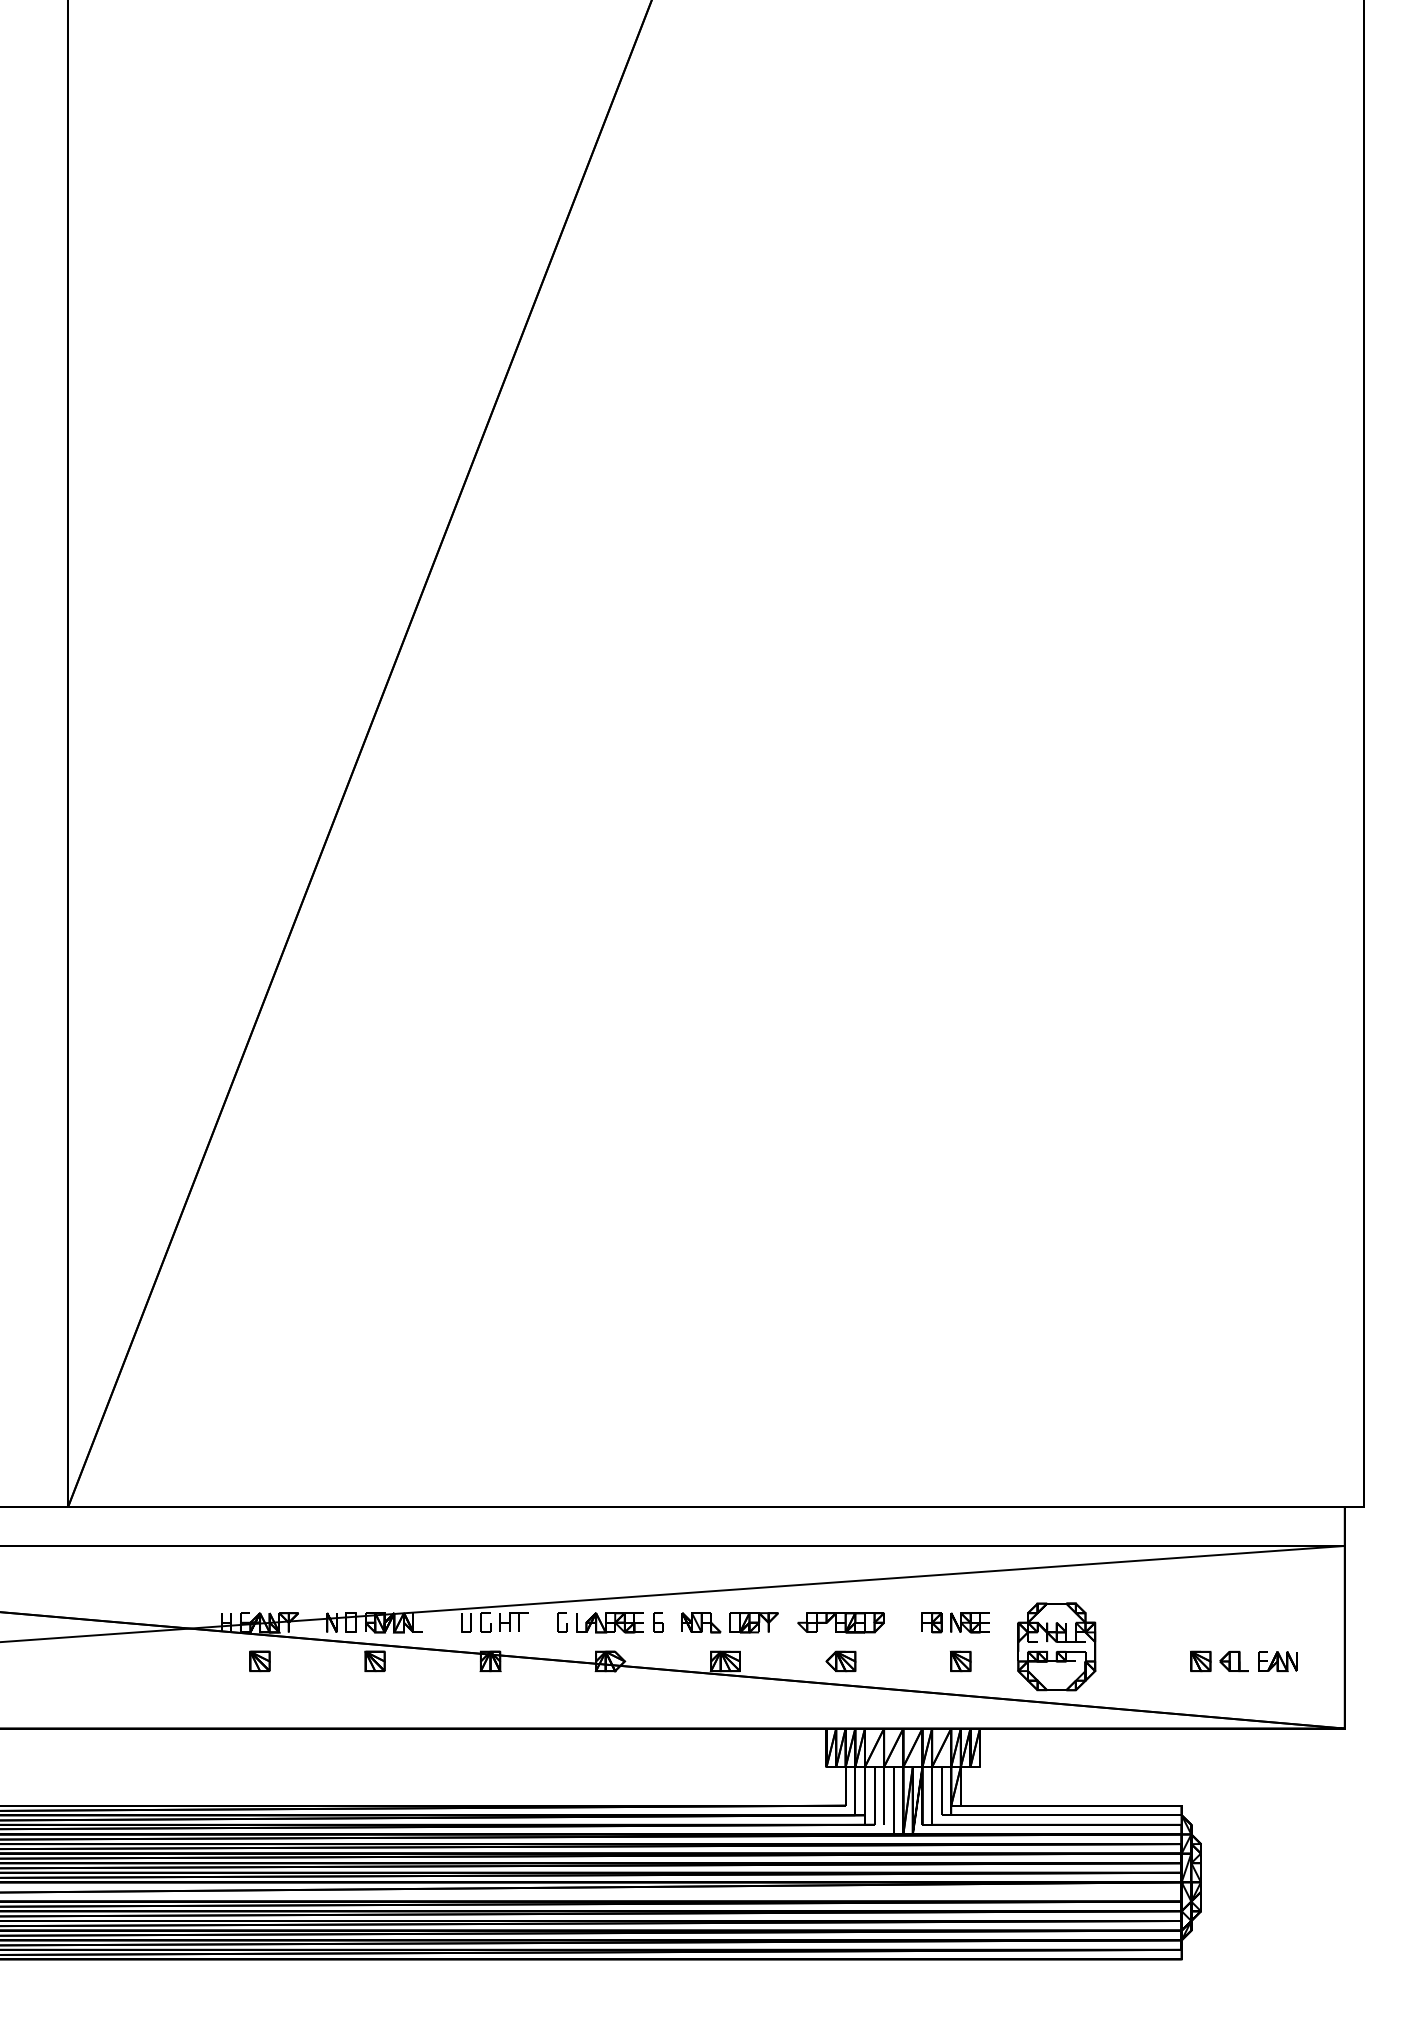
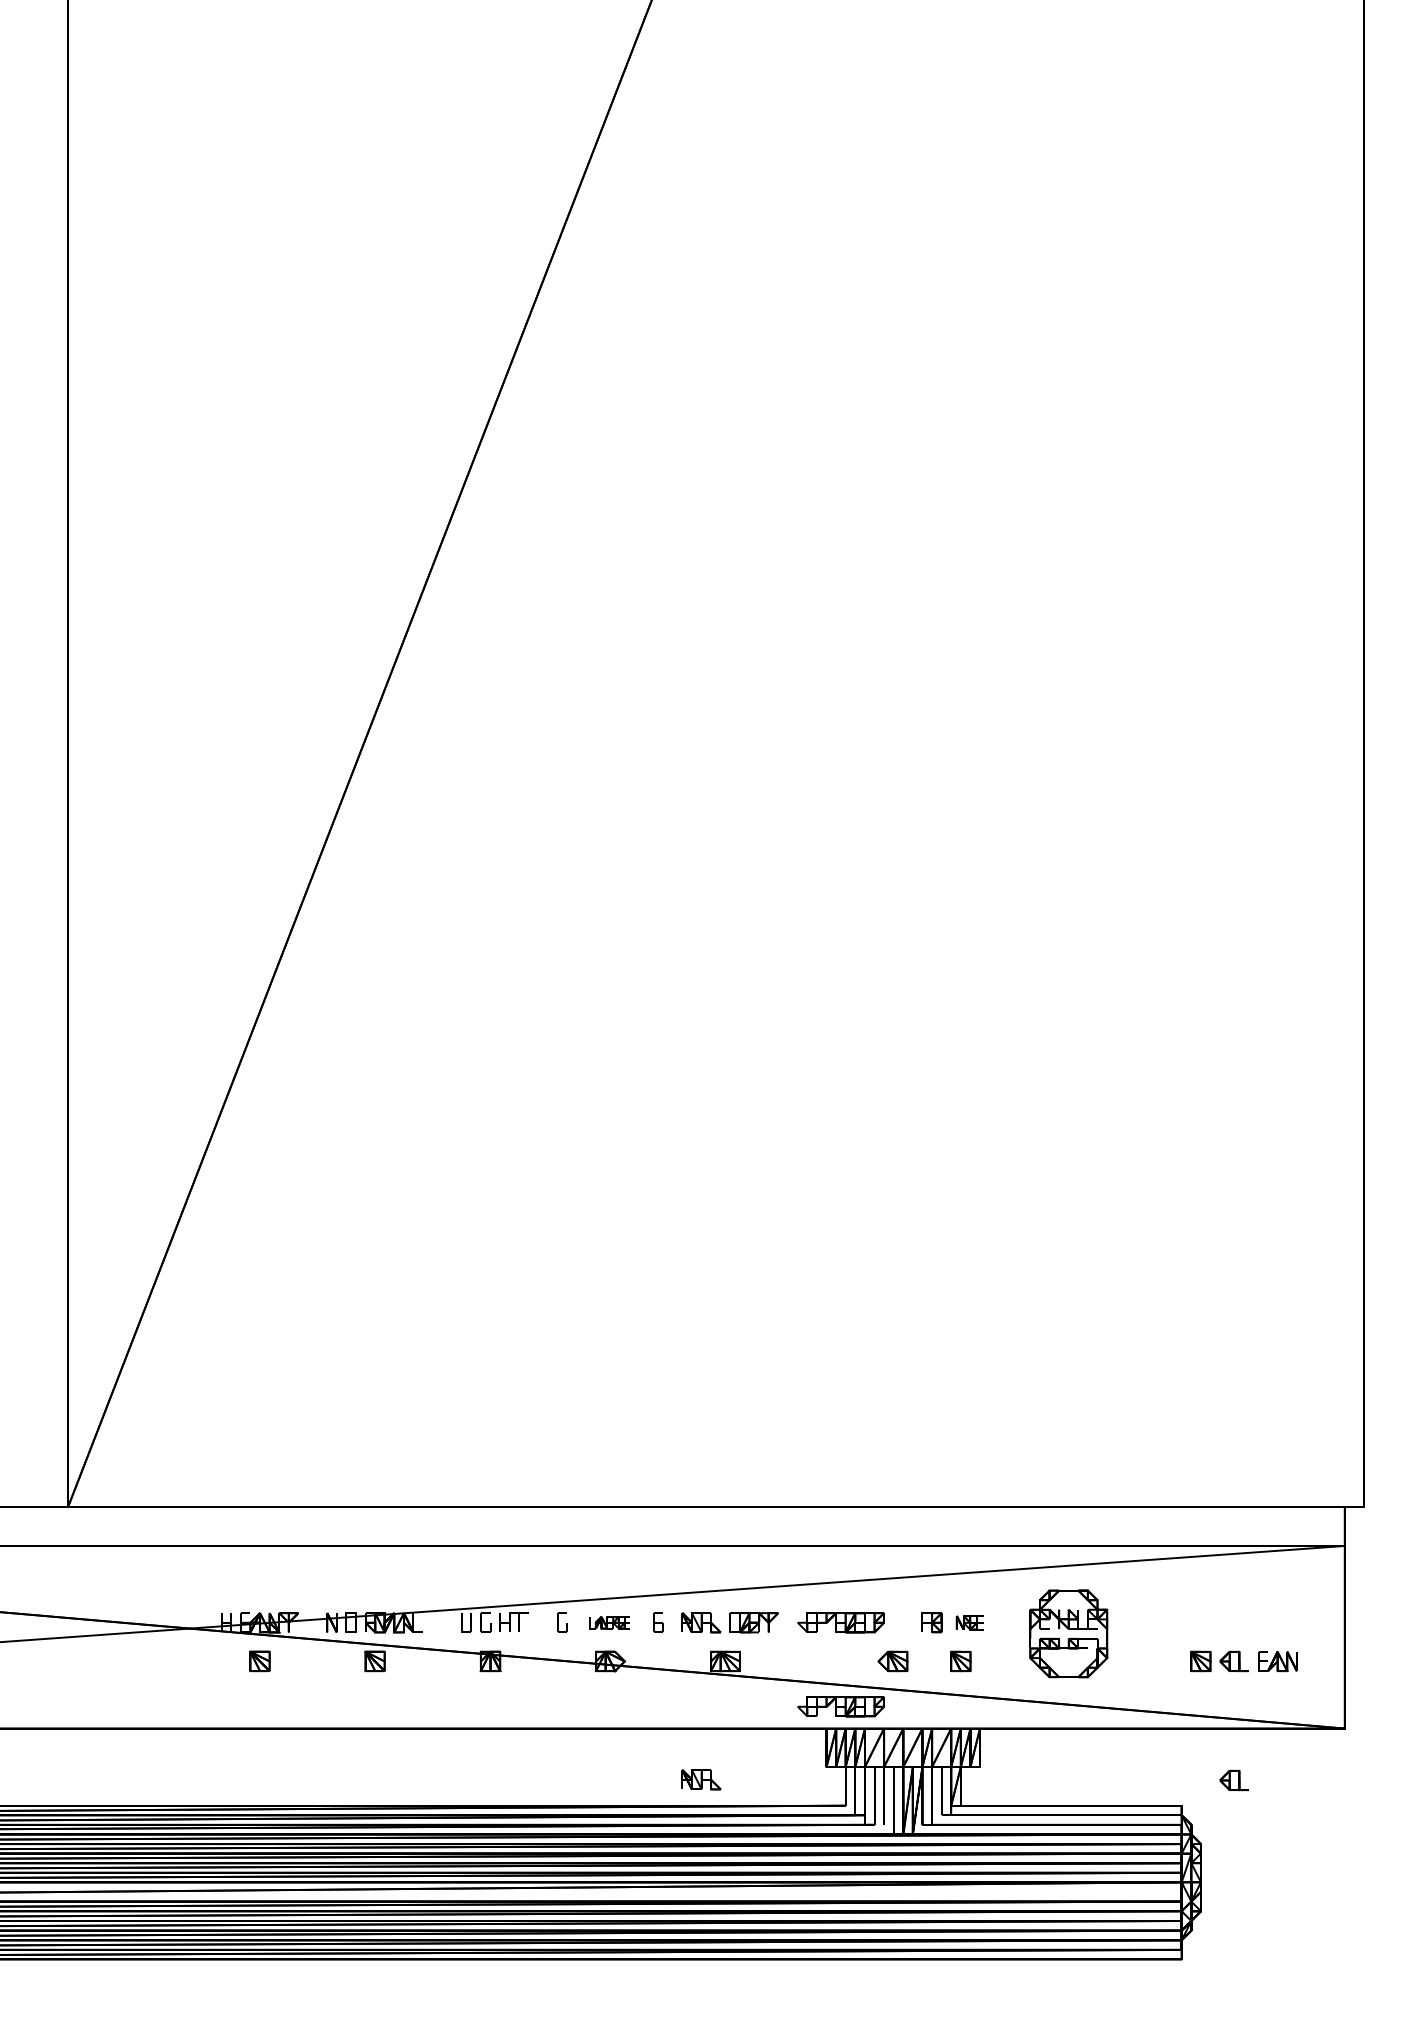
part at (609, 1622) size: 68x22 px -> 41x14 px
part at (969, 1622) size: 40x22 px -> 29x16 px
part at (1056, 1646) position: (1056, 1646) -> (1068, 1633)
part at (840, 1661) position: (840, 1661) -> (892, 1661)
part at (840, 1706): none -> present
part at (701, 1779): none -> present
part at (1233, 1780): none -> present
